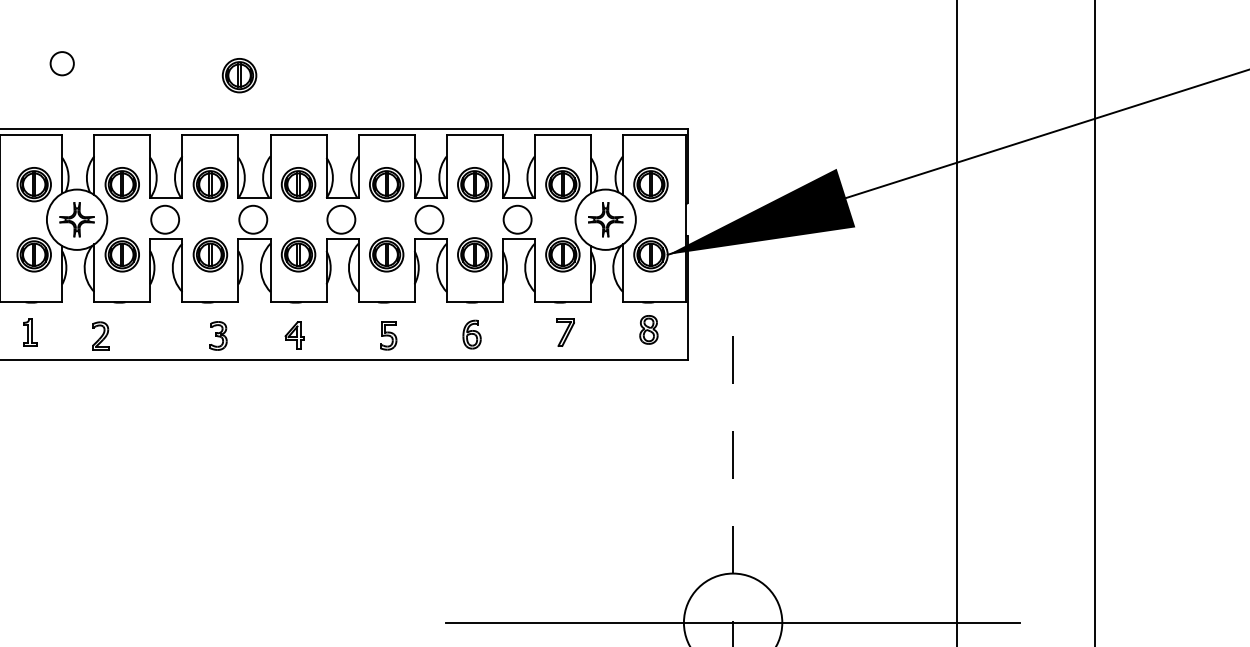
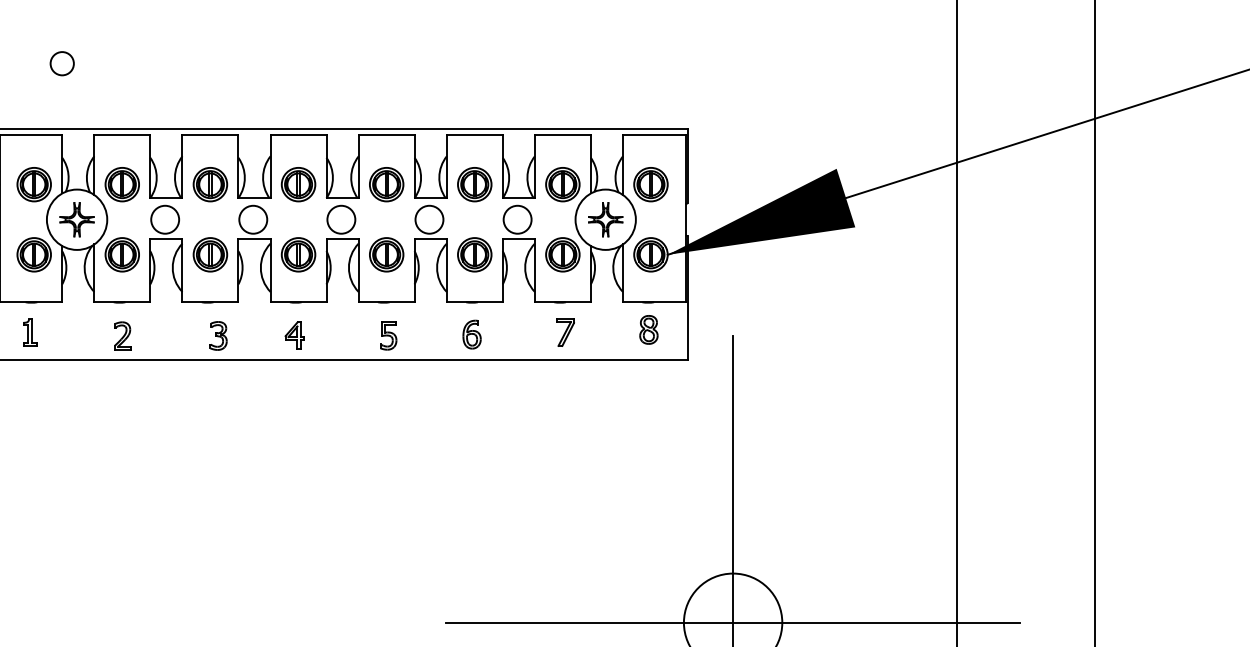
part at (239, 75): present -> none
part at (100, 335) position: (100, 335) -> (122, 335)
line at (733, 491): dashed -> solid
